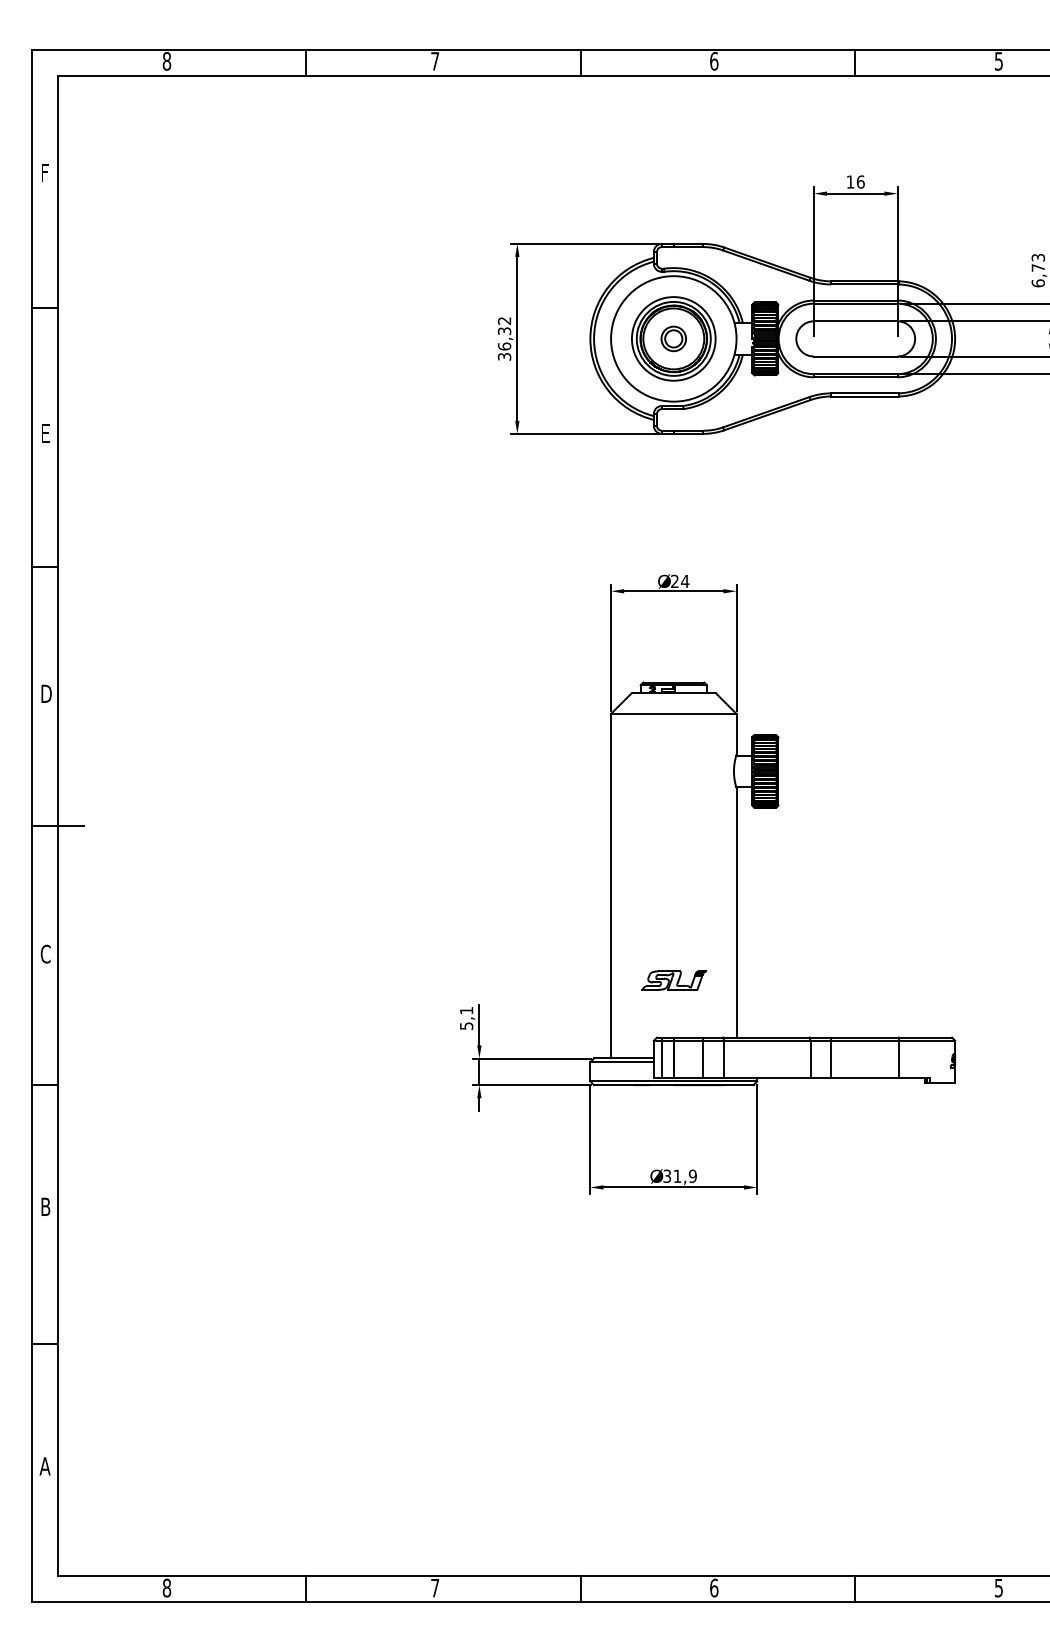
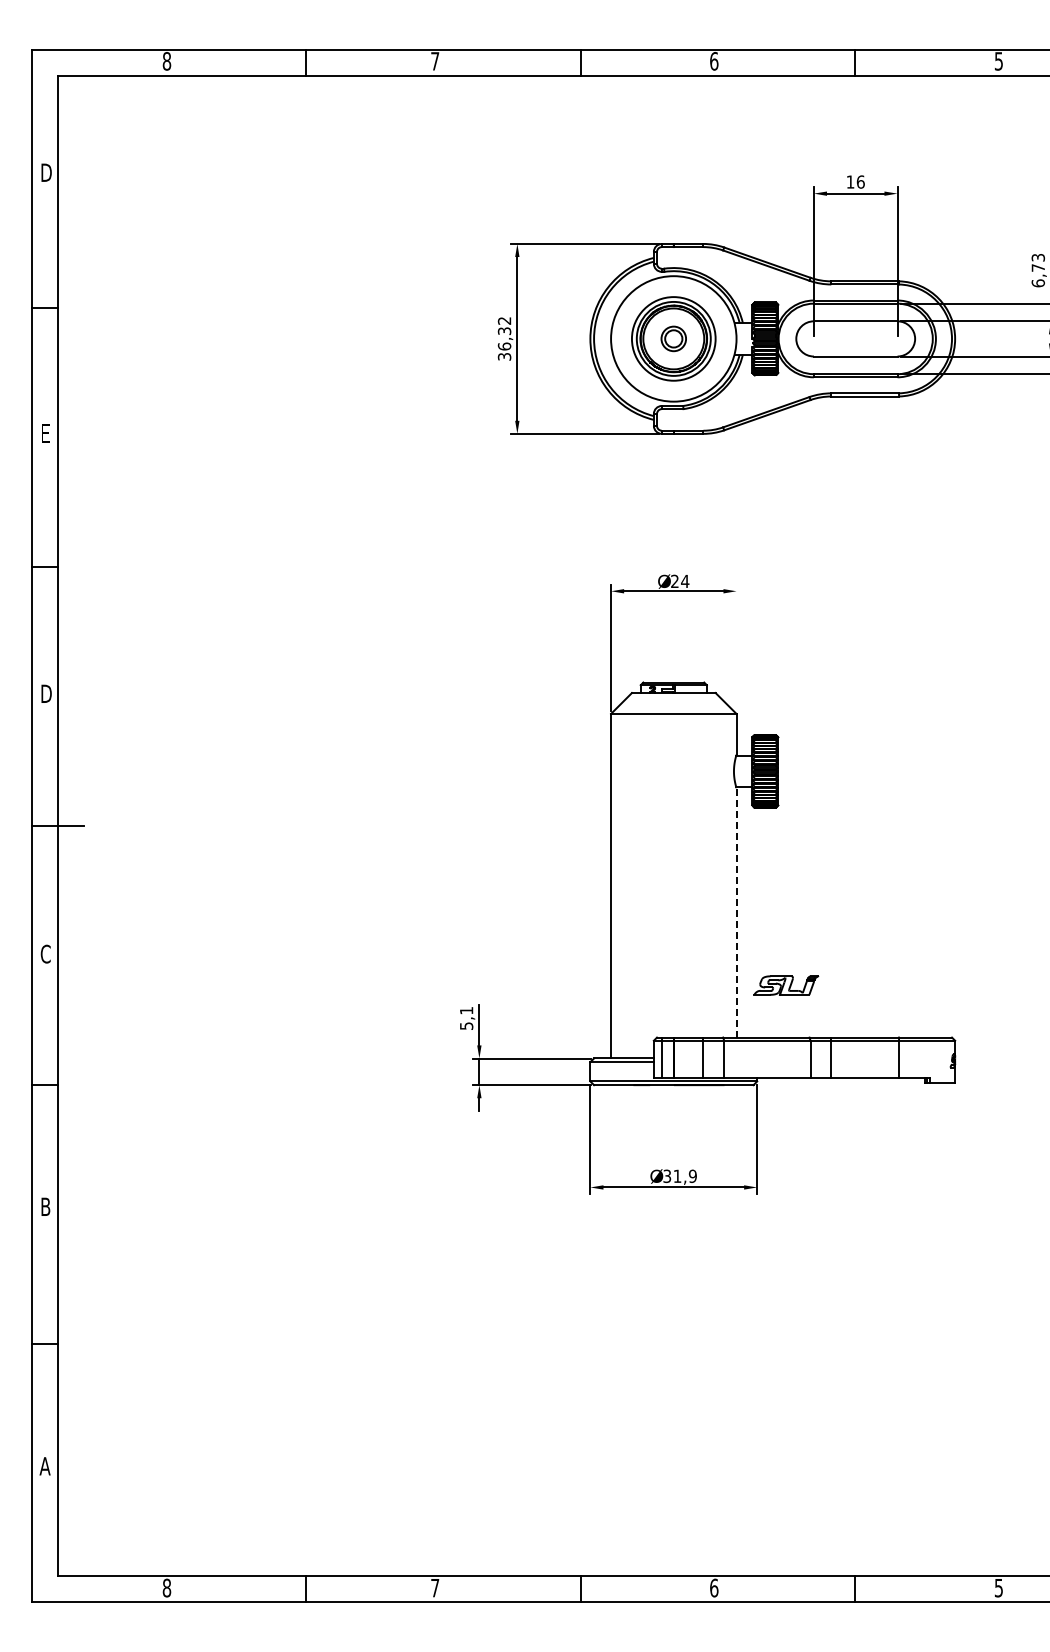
text at (46, 172): F -> D
line at (736, 647): present -> none
line at (736, 912): solid -> dashed
part at (674, 980) position: (674, 980) -> (786, 985)
